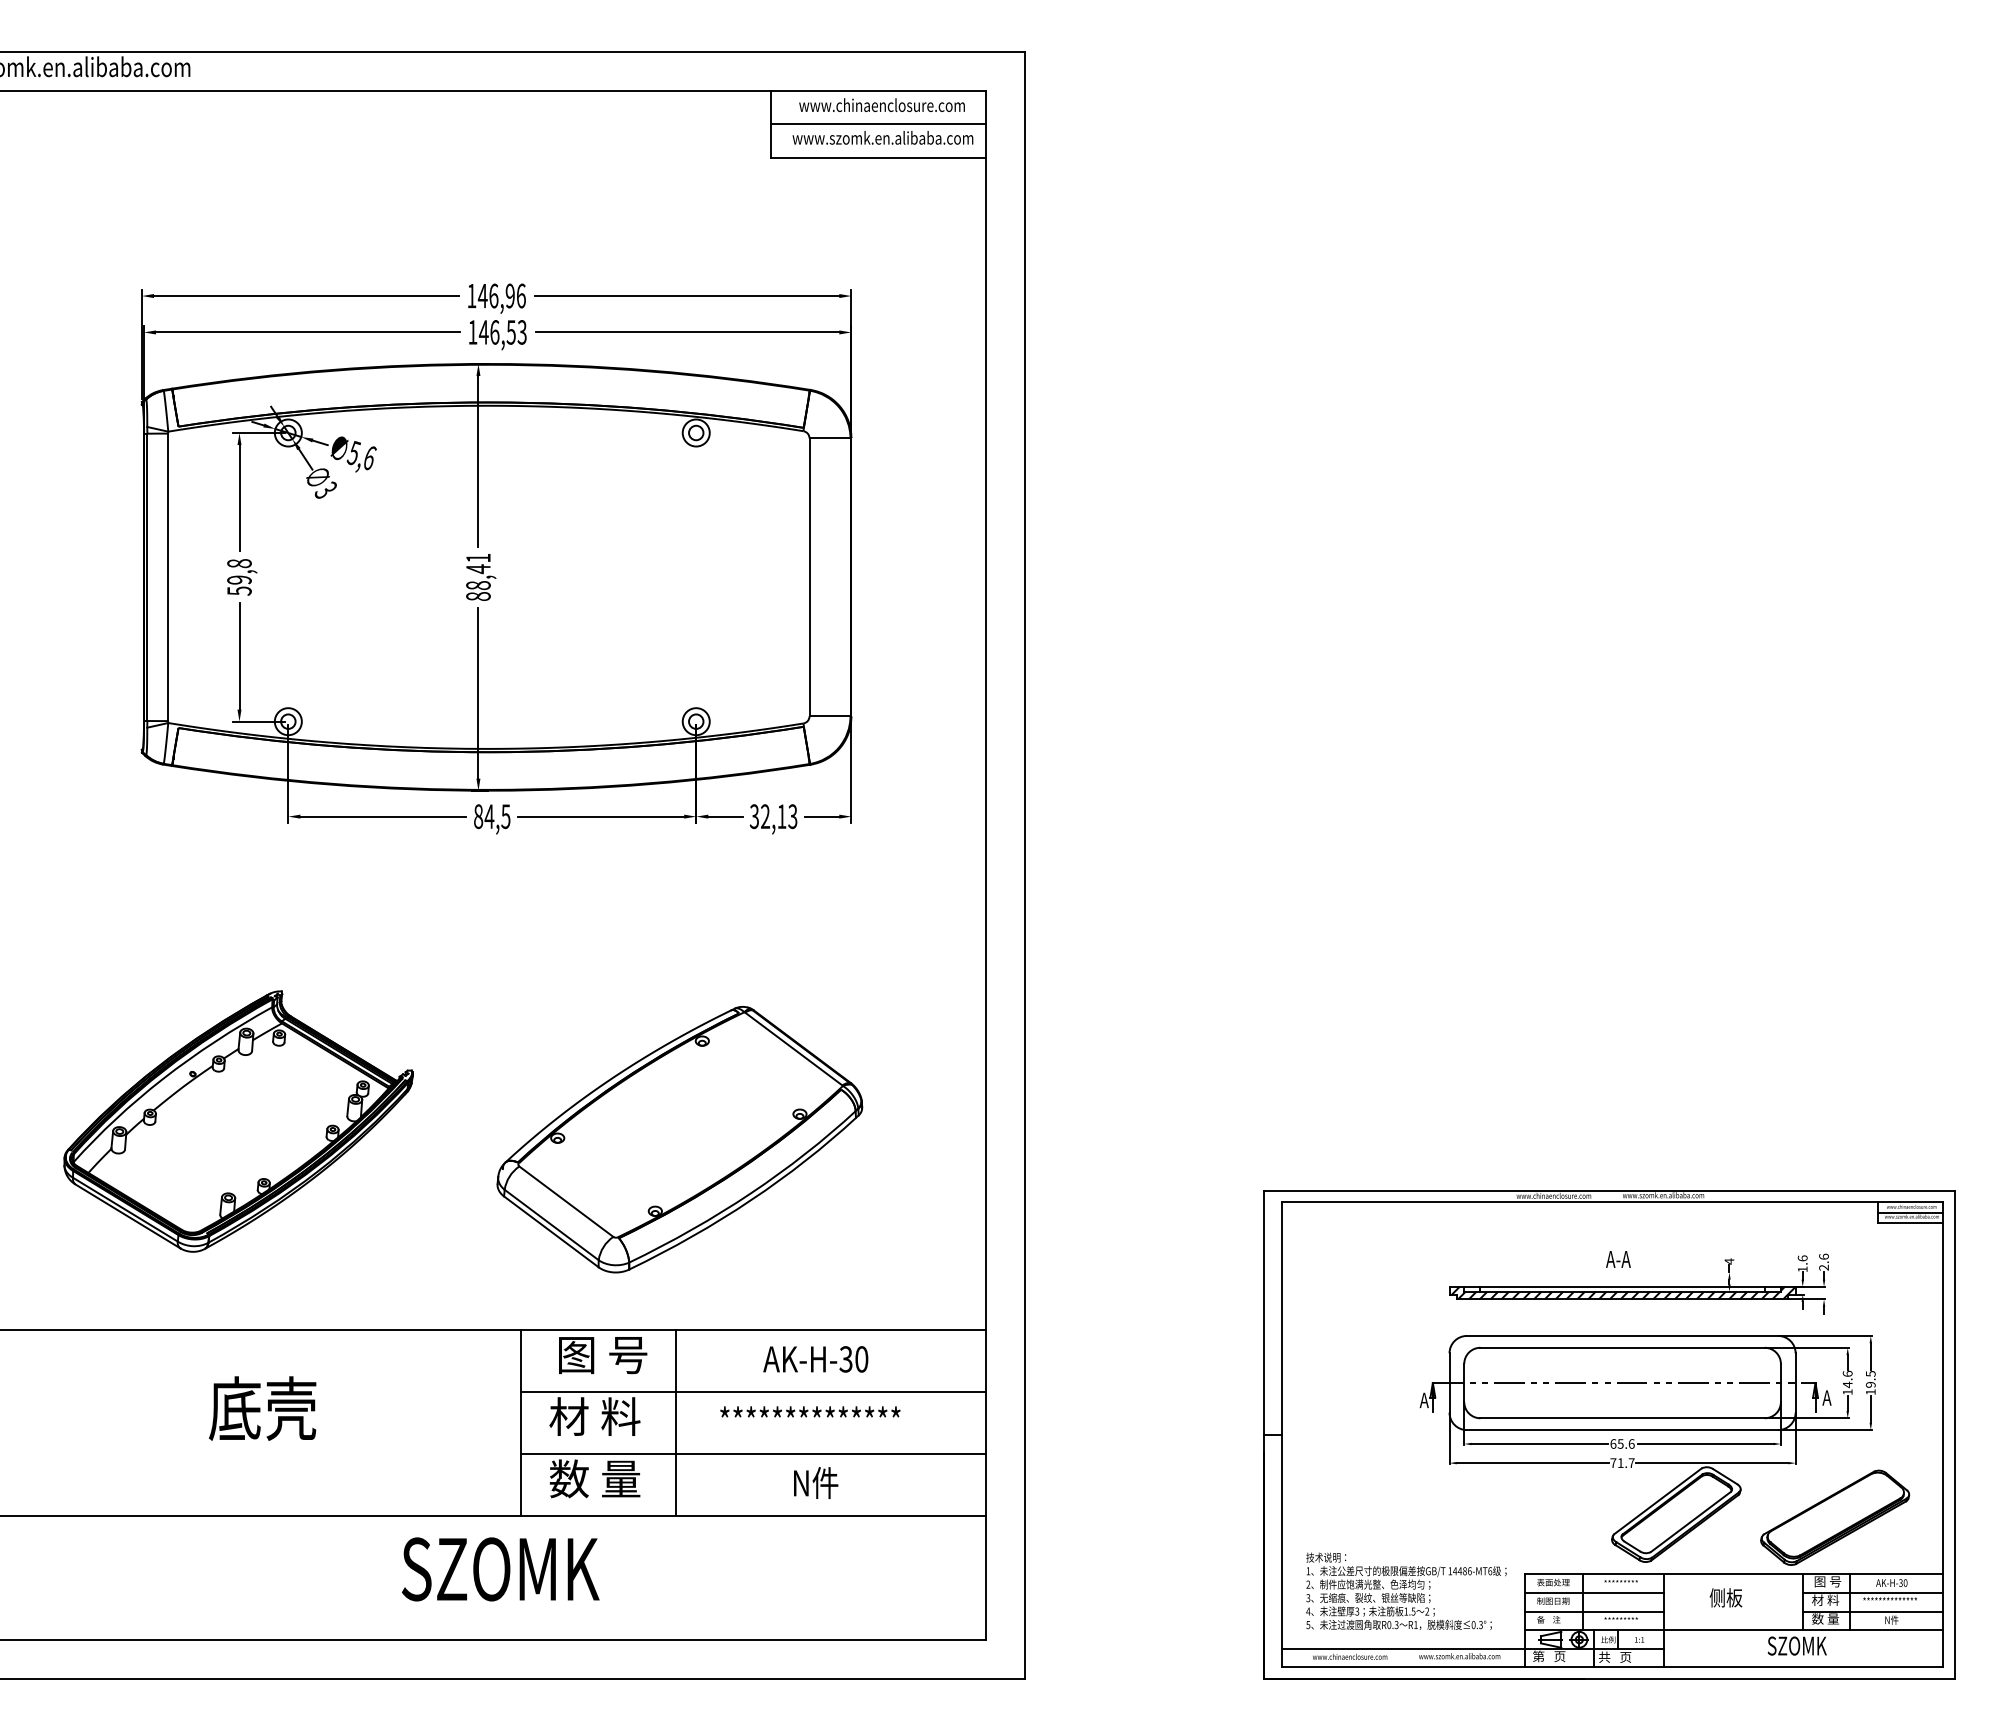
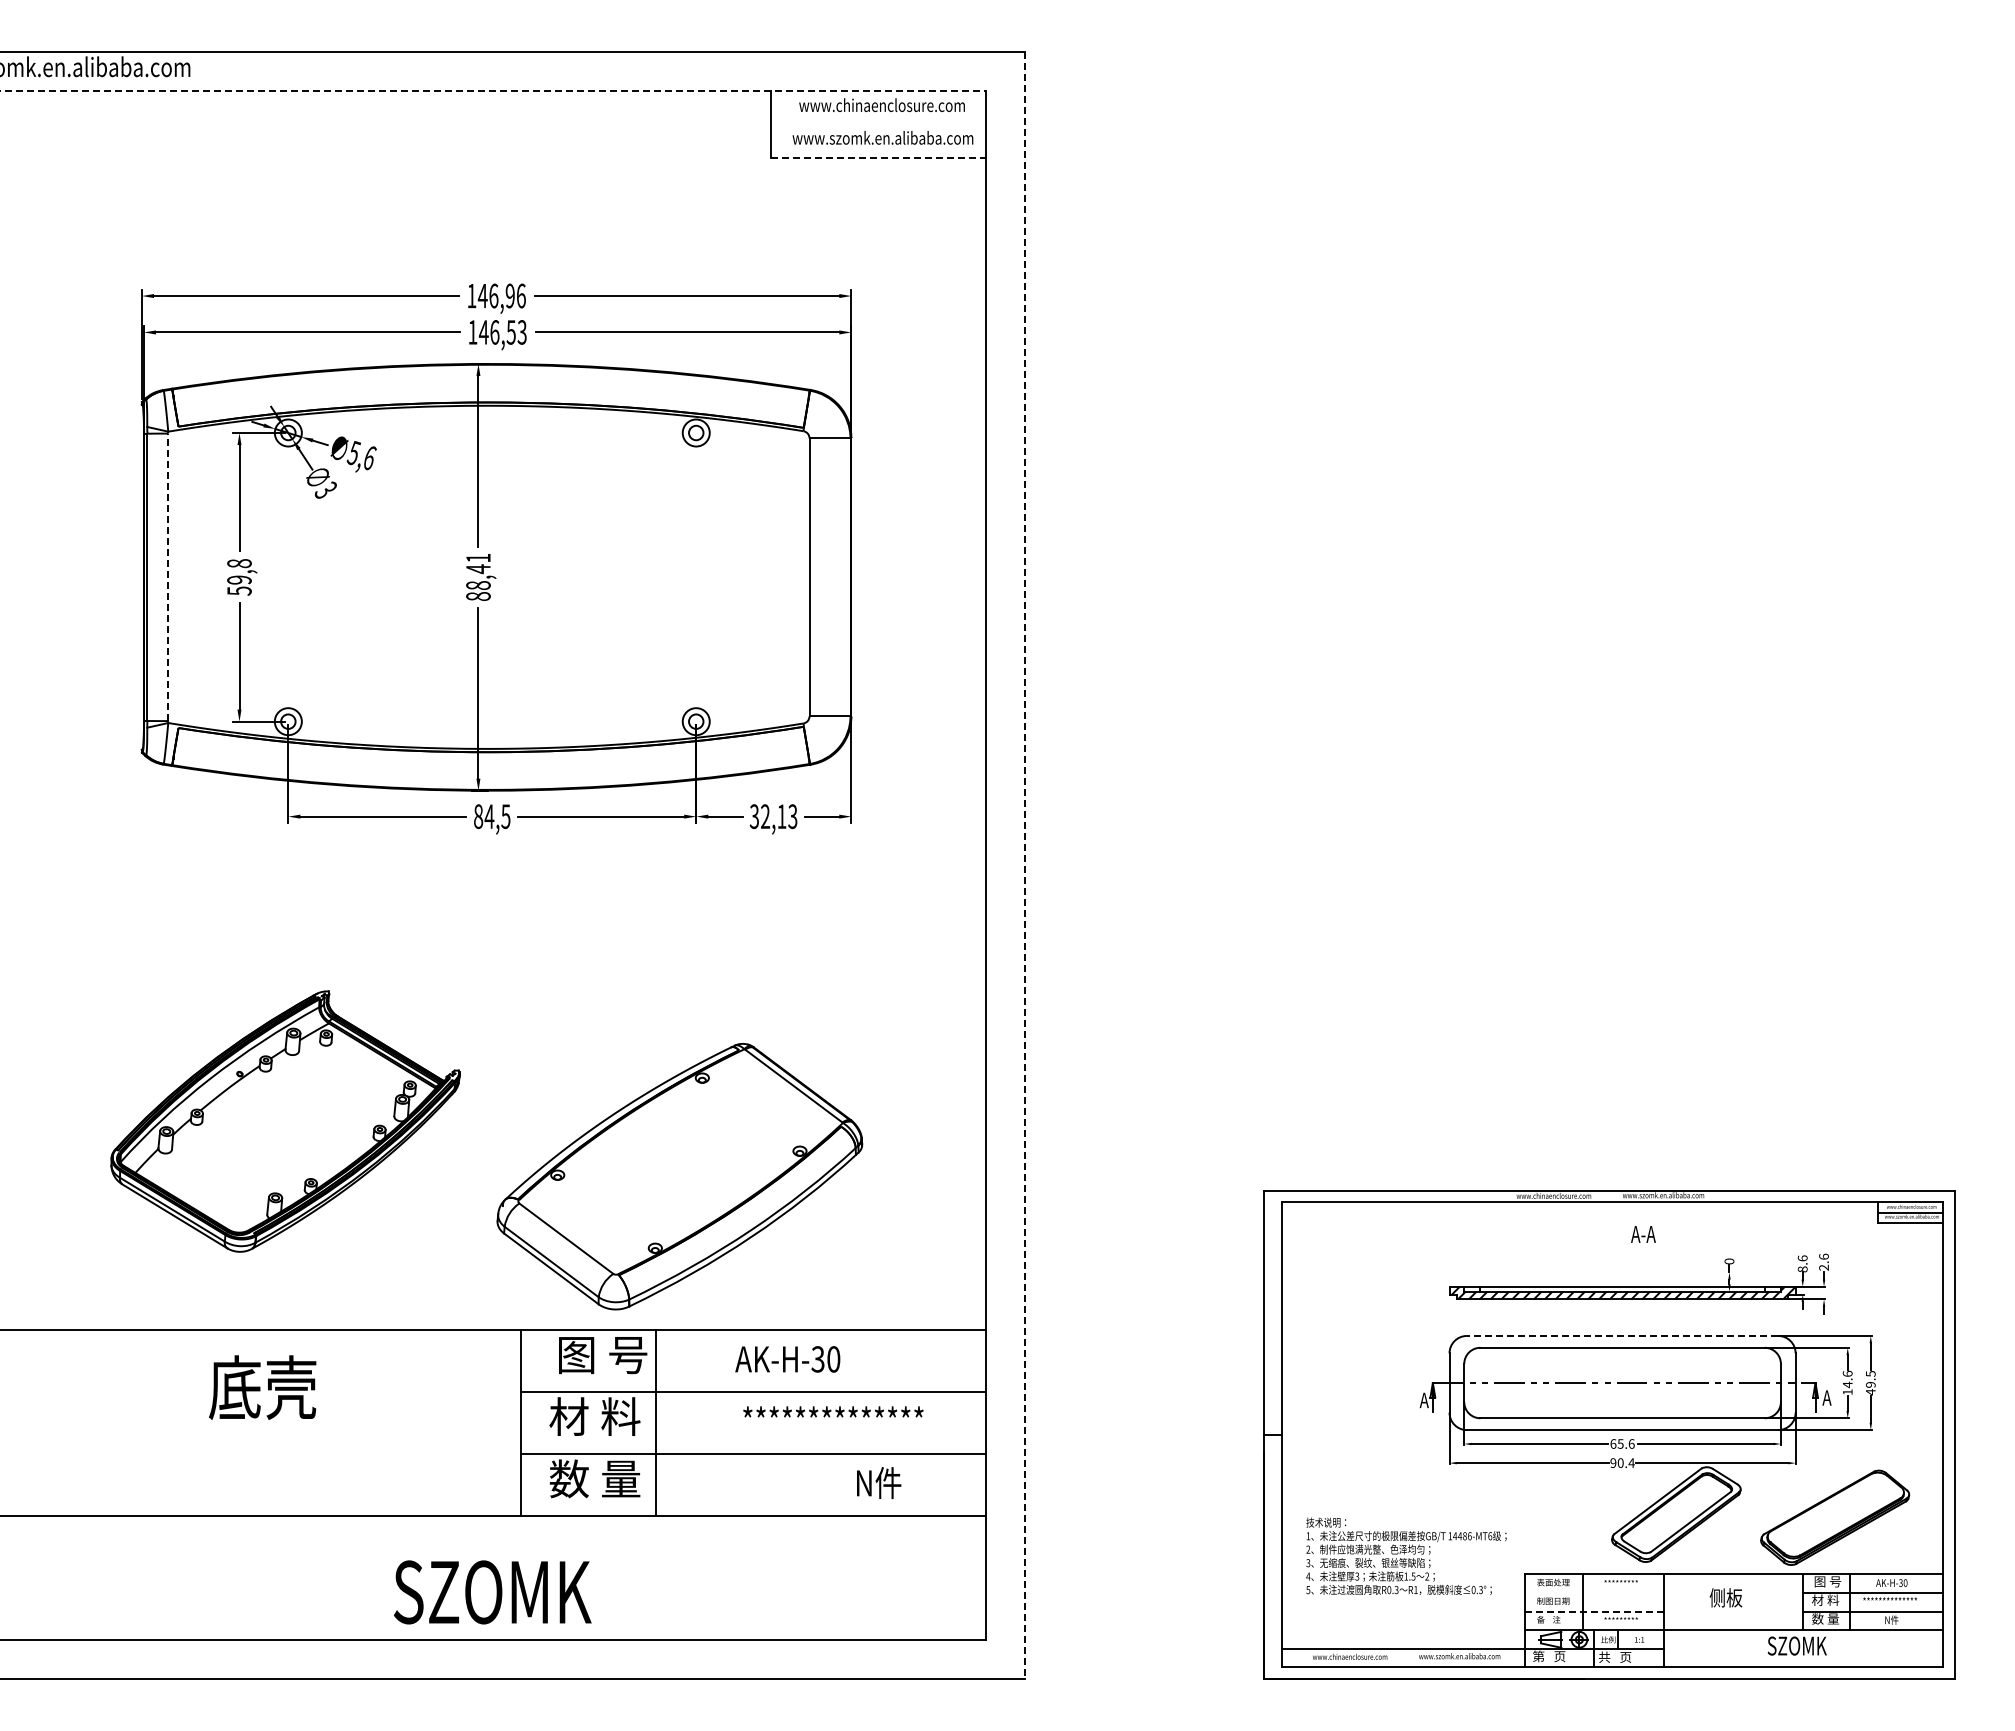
line at (493, 90): solid -> dashed
line at (878, 124): present -> none
line at (878, 158): solid -> dashed
line at (168, 577): solid -> dashed
line at (1024, 865): solid -> dashed
part at (238, 1121) position: (238, 1121) -> (285, 1121)
part at (679, 1139) position: (679, 1139) -> (679, 1176)
text at (1618, 1259) position: (1618, 1259) -> (1643, 1234)
text at (1729, 1261): 4 -> 0
text at (1802, 1269): 1.6 -> 8.6
line at (1622, 1335): solid -> dashed
text at (815, 1359) position: (815, 1359) -> (787, 1359)
text at (1870, 1392): 19.5 -> 49.5
text at (262, 1408) position: (262, 1408) -> (262, 1387)
text at (810, 1411) position: (810, 1411) -> (833, 1411)
line at (676, 1422) position: (676, 1422) -> (656, 1422)
text at (1622, 1462): 71.7 -> 90.4
text at (816, 1482) position: (816, 1482) -> (879, 1482)
text at (500, 1569) position: (500, 1569) -> (492, 1592)
text at (1406, 1590) position: (1406, 1590) -> (1406, 1555)
line at (1594, 1592): present -> none
line at (1594, 1611): solid -> dashed
